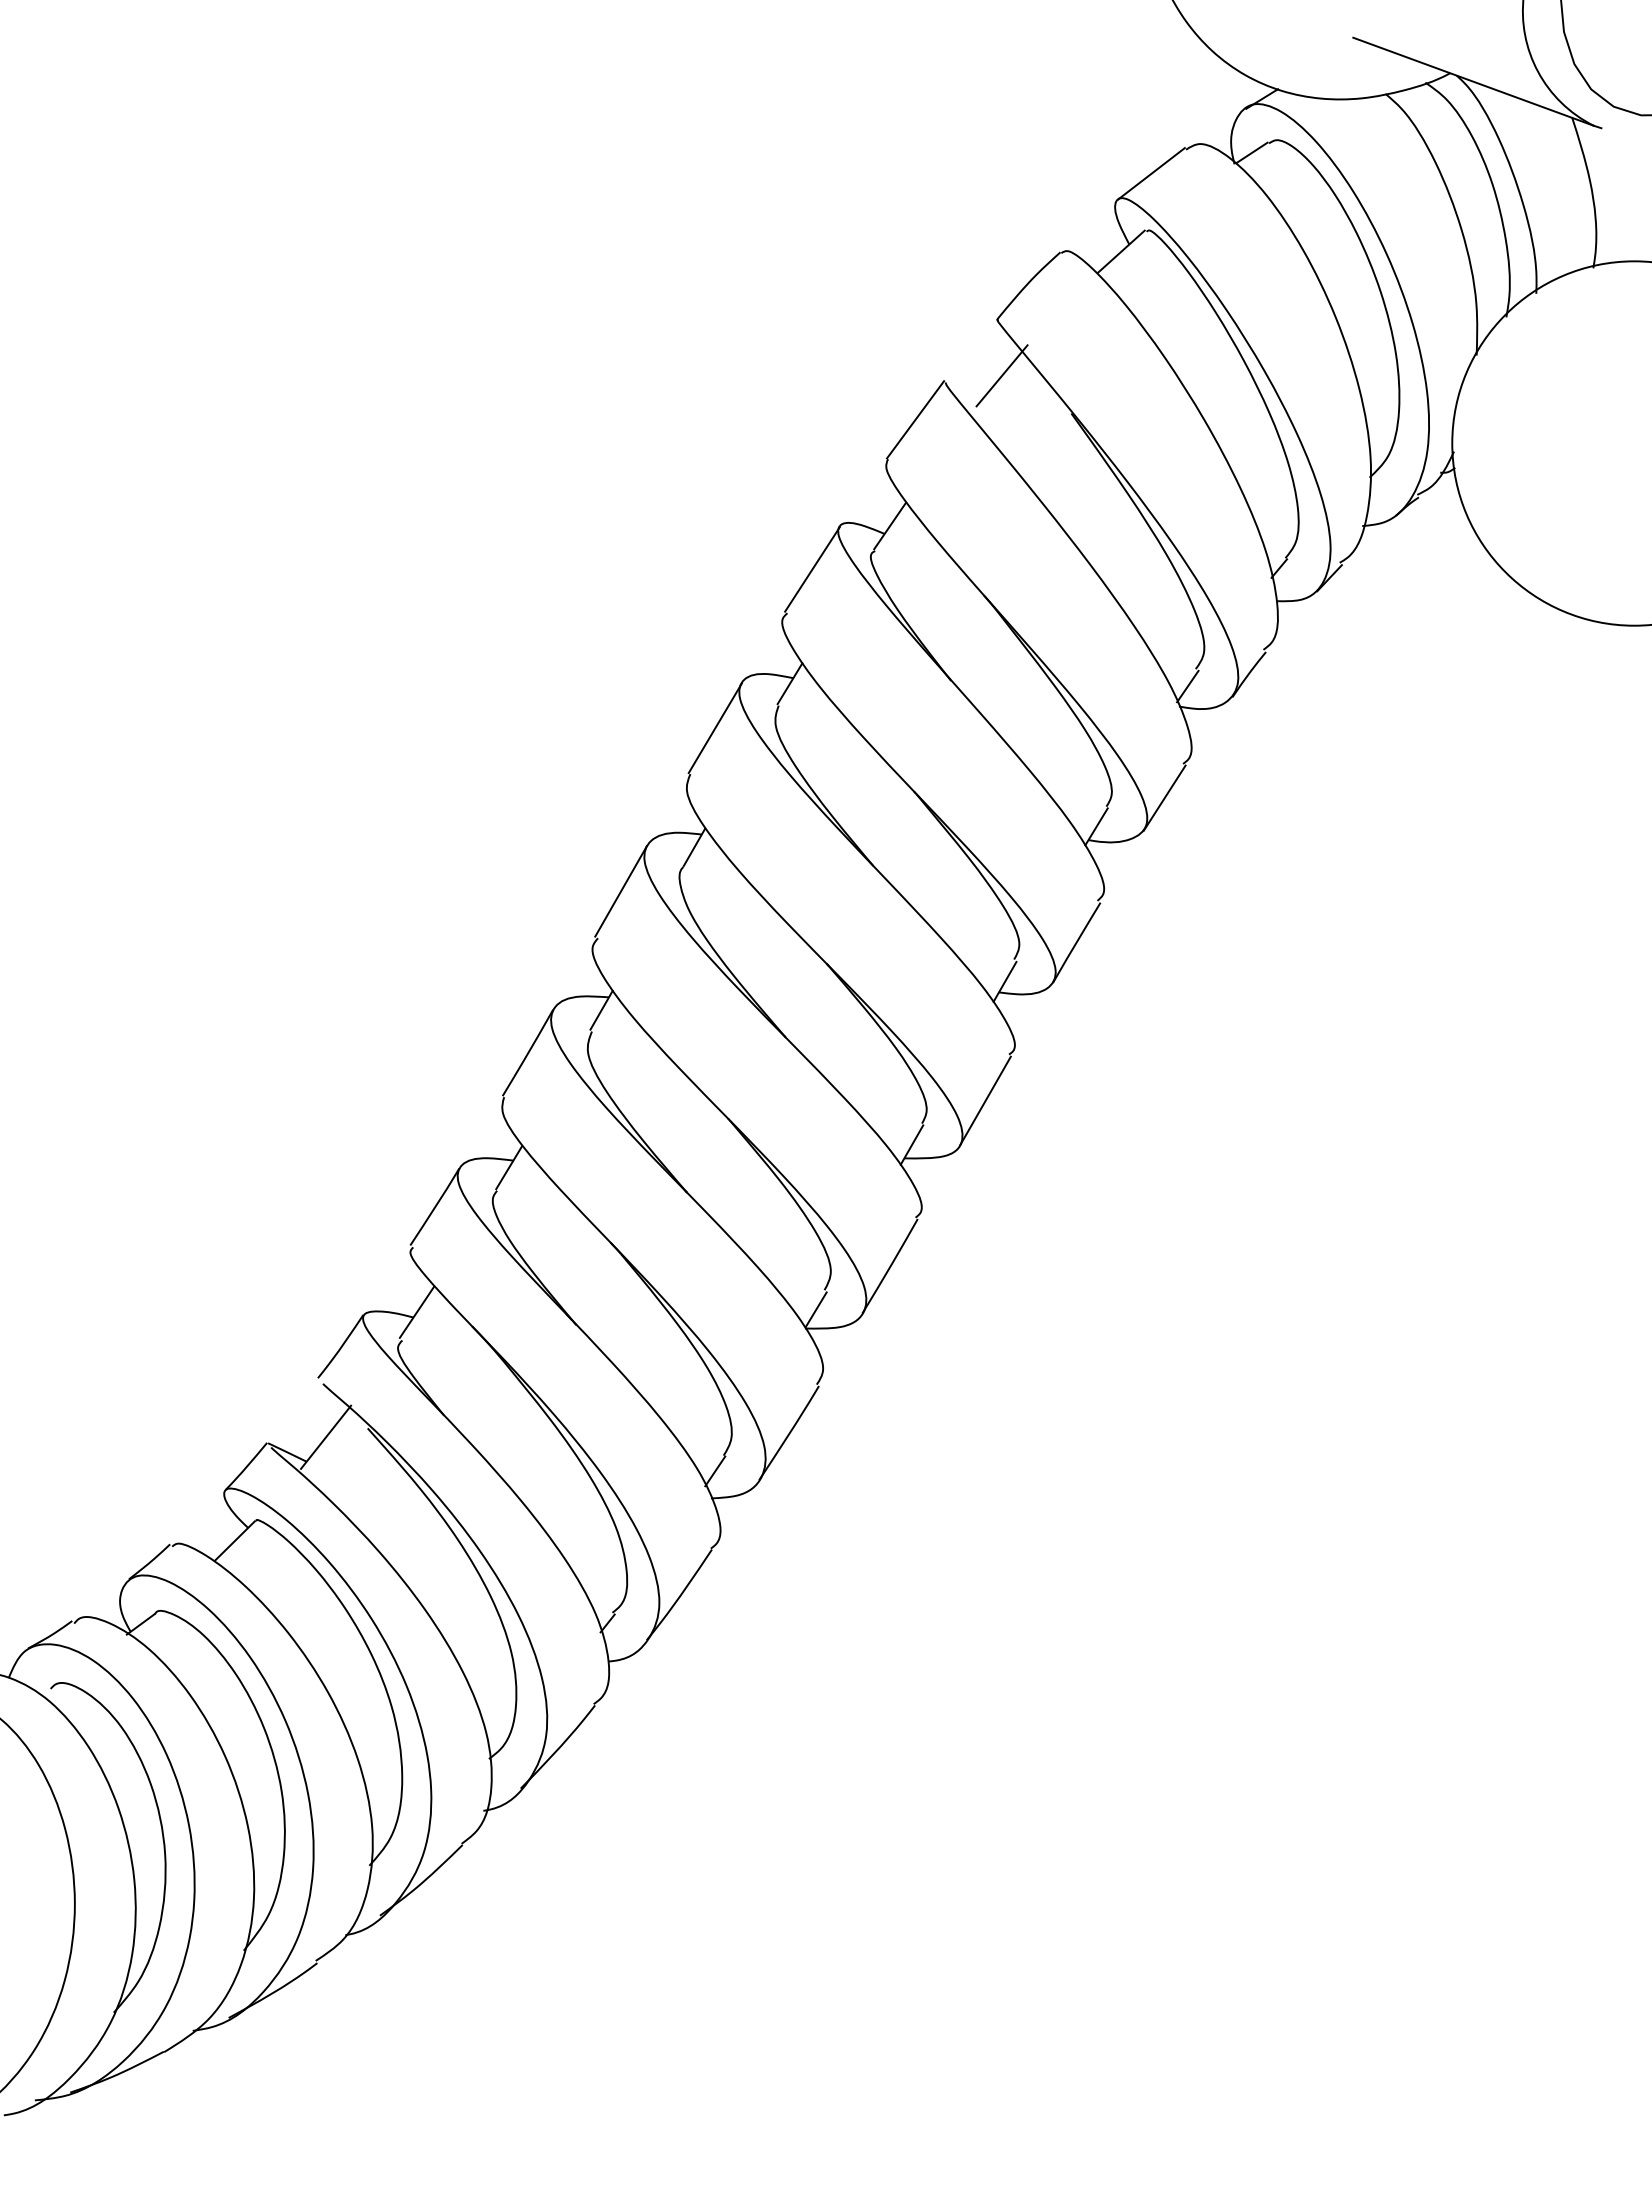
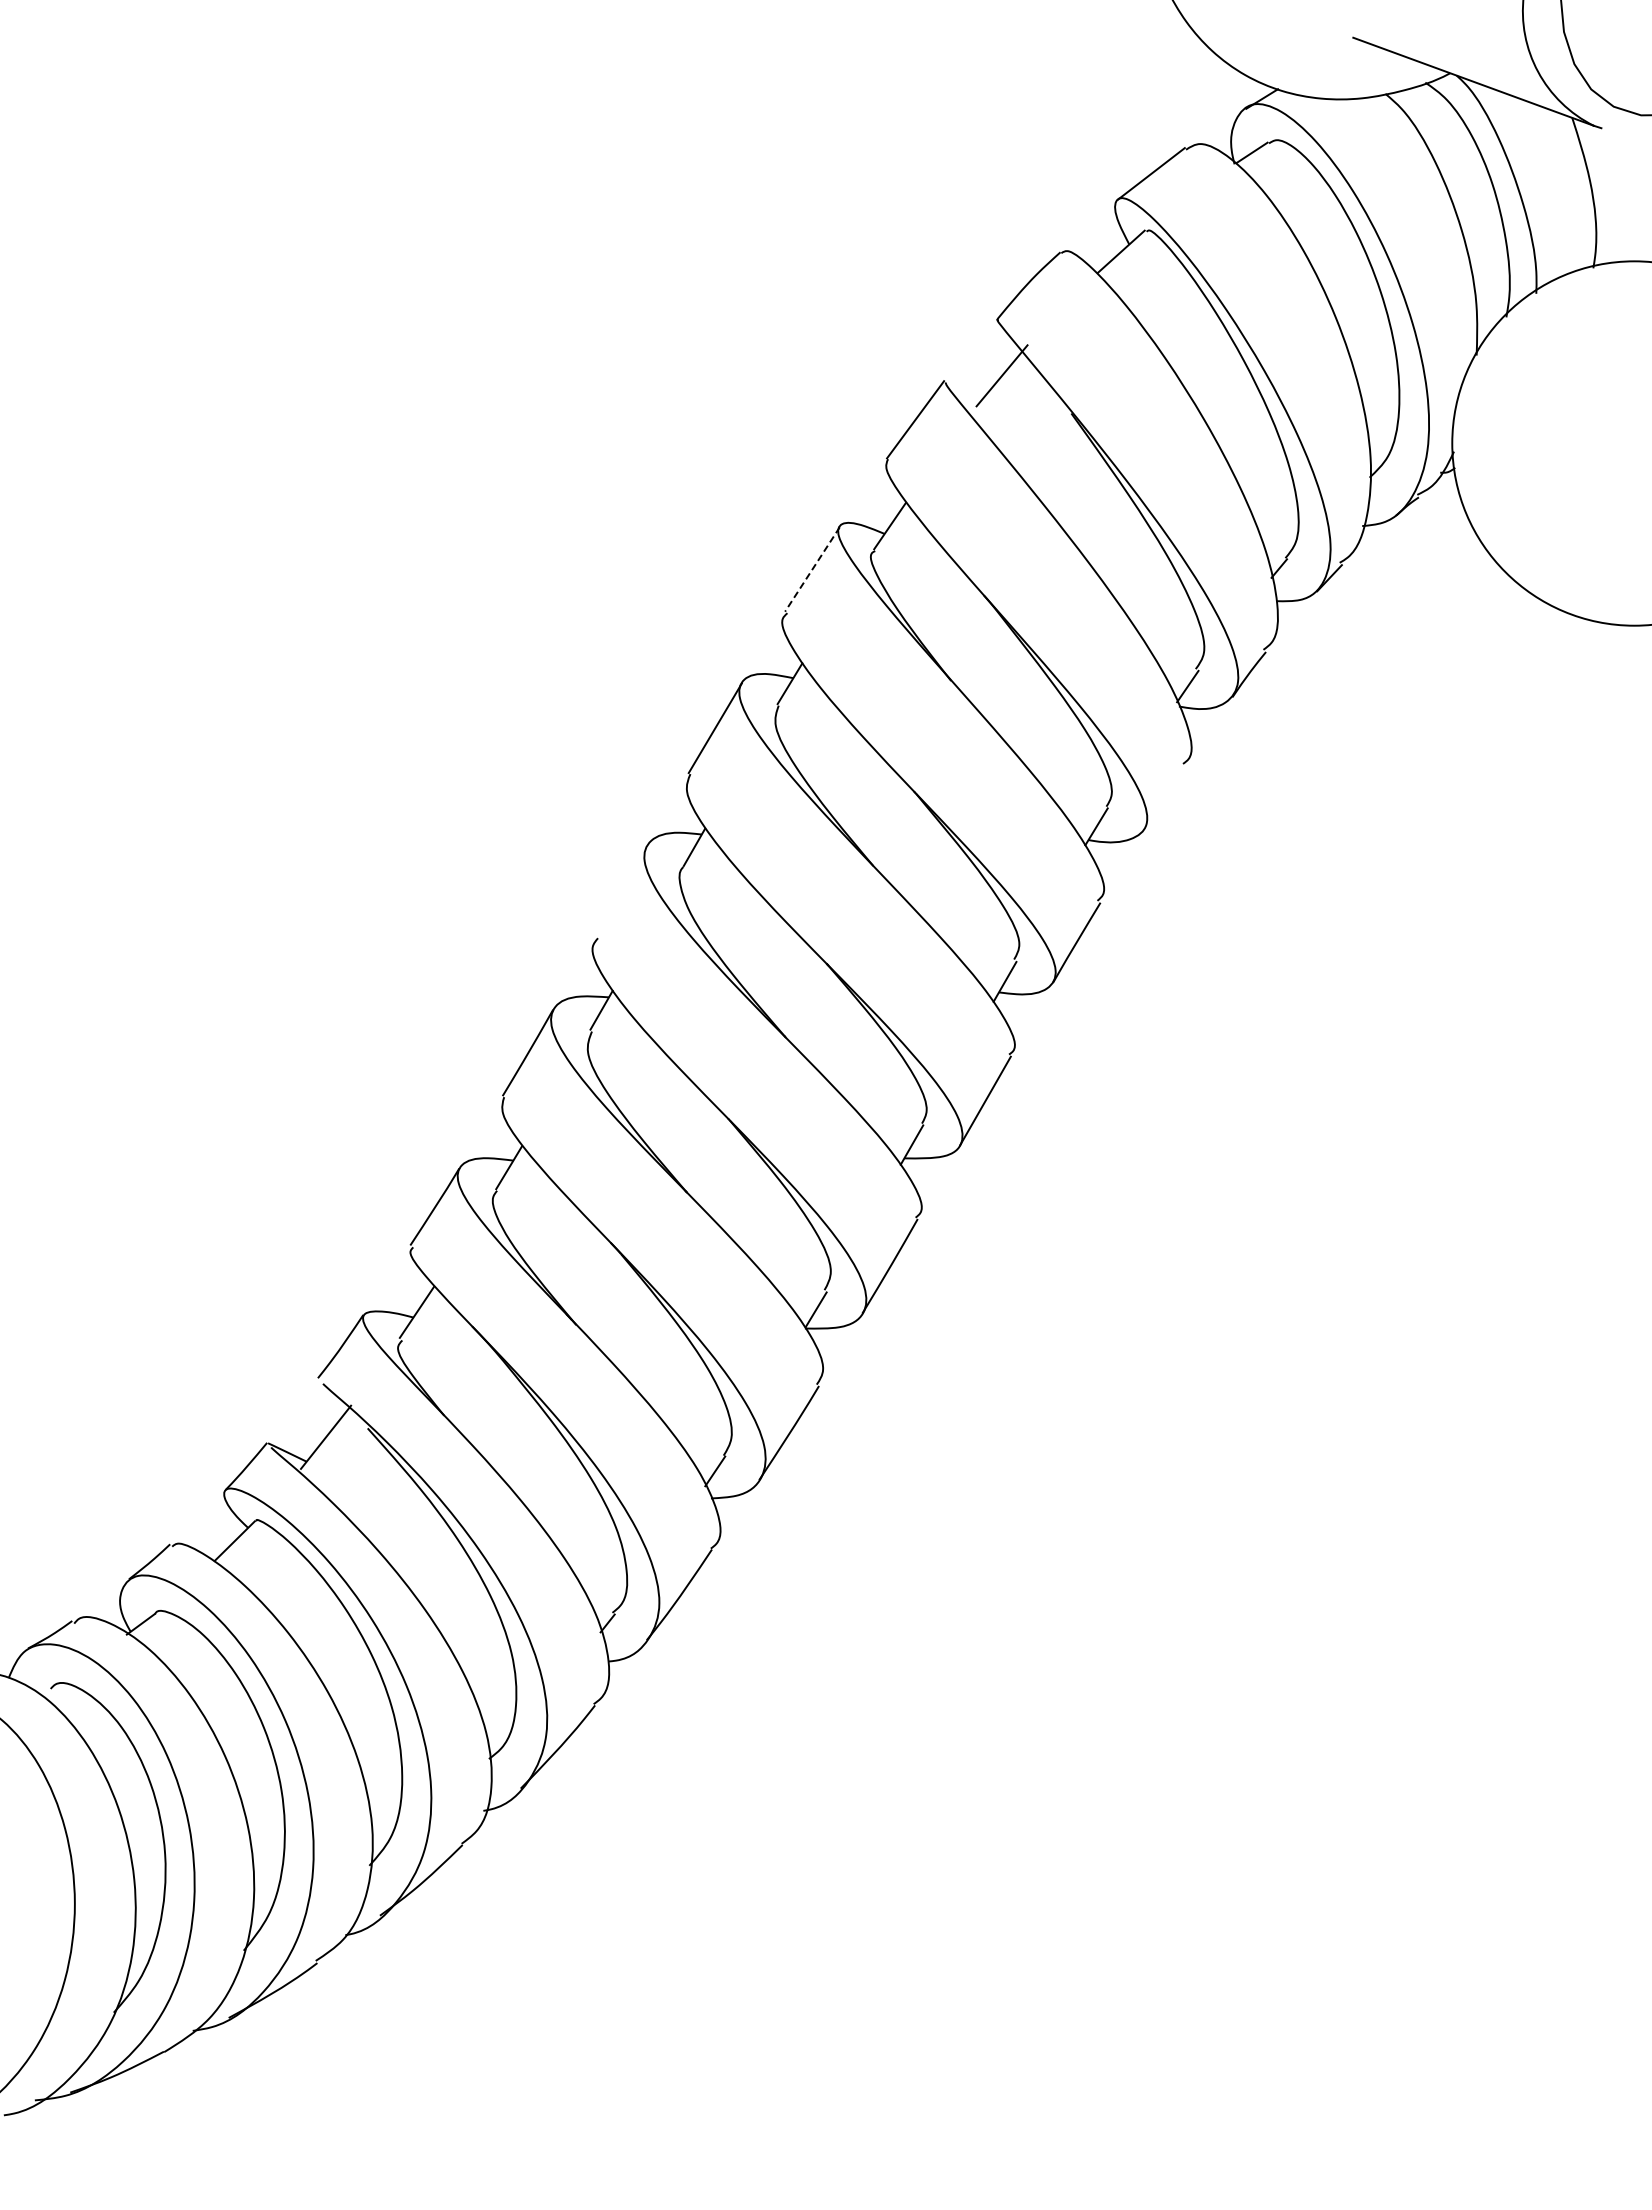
line at (812, 569): solid -> dashed
line at (1164, 797): present -> none
line at (620, 891): present -> none
